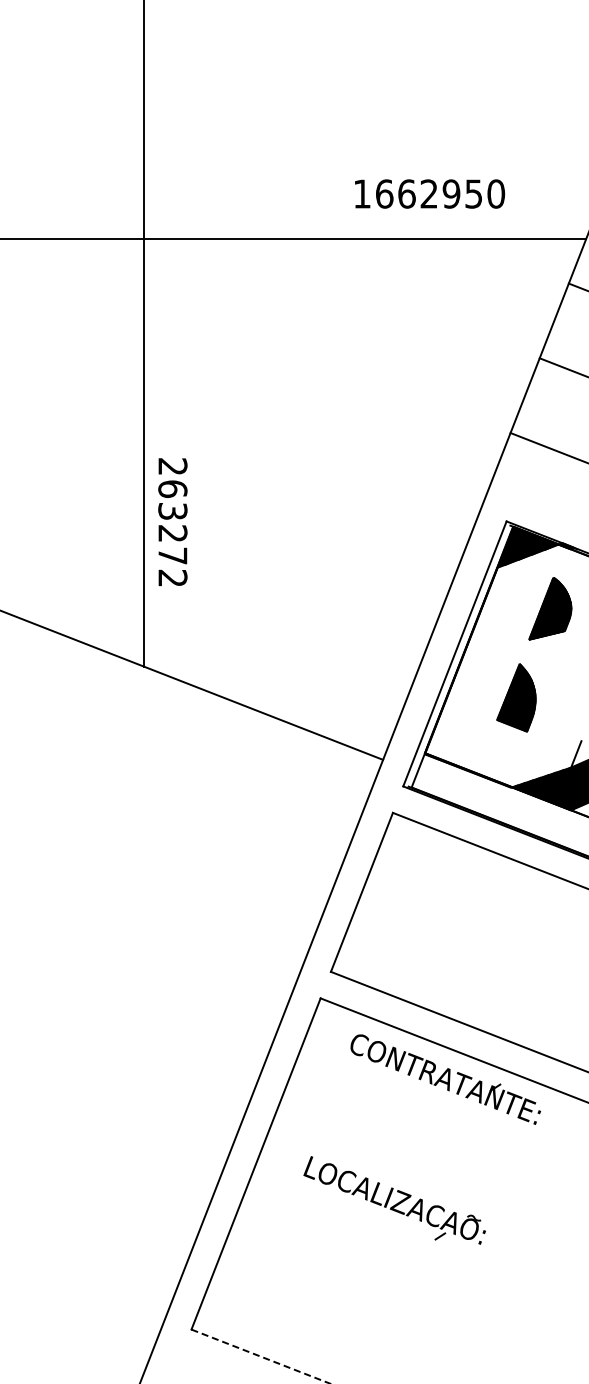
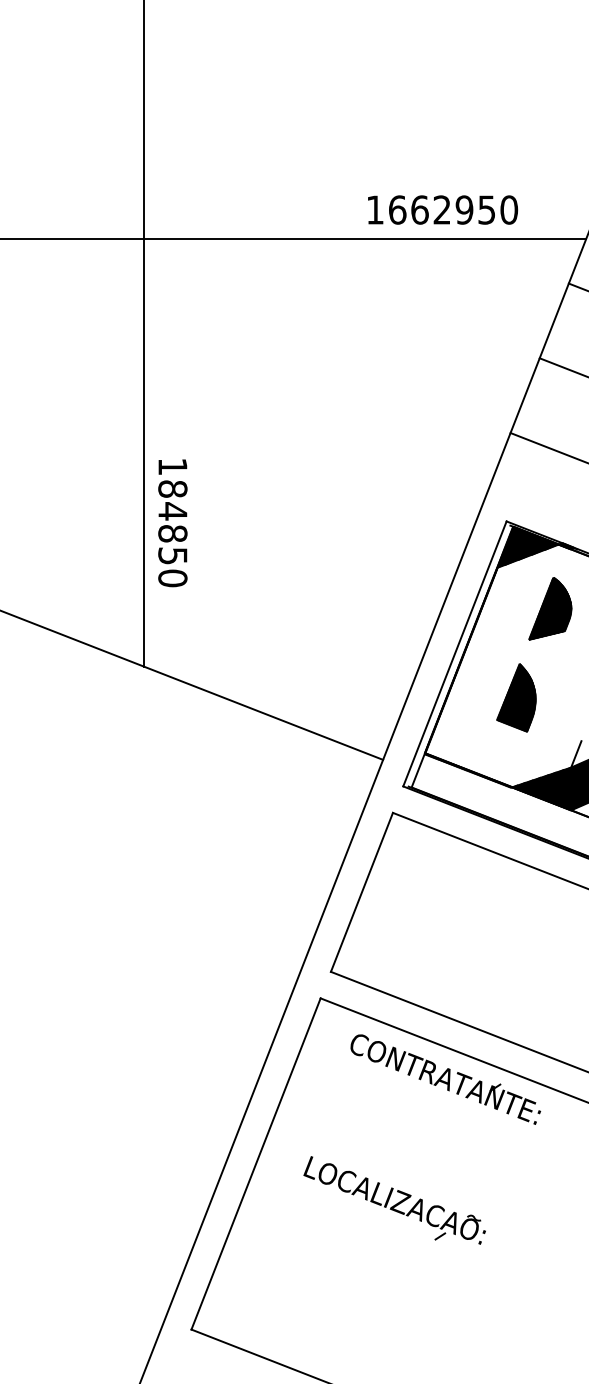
text at (430, 193) position: (430, 193) -> (443, 209)
text at (172, 522): 263272 -> 184850
line at (261, 1356): dashed -> solid
